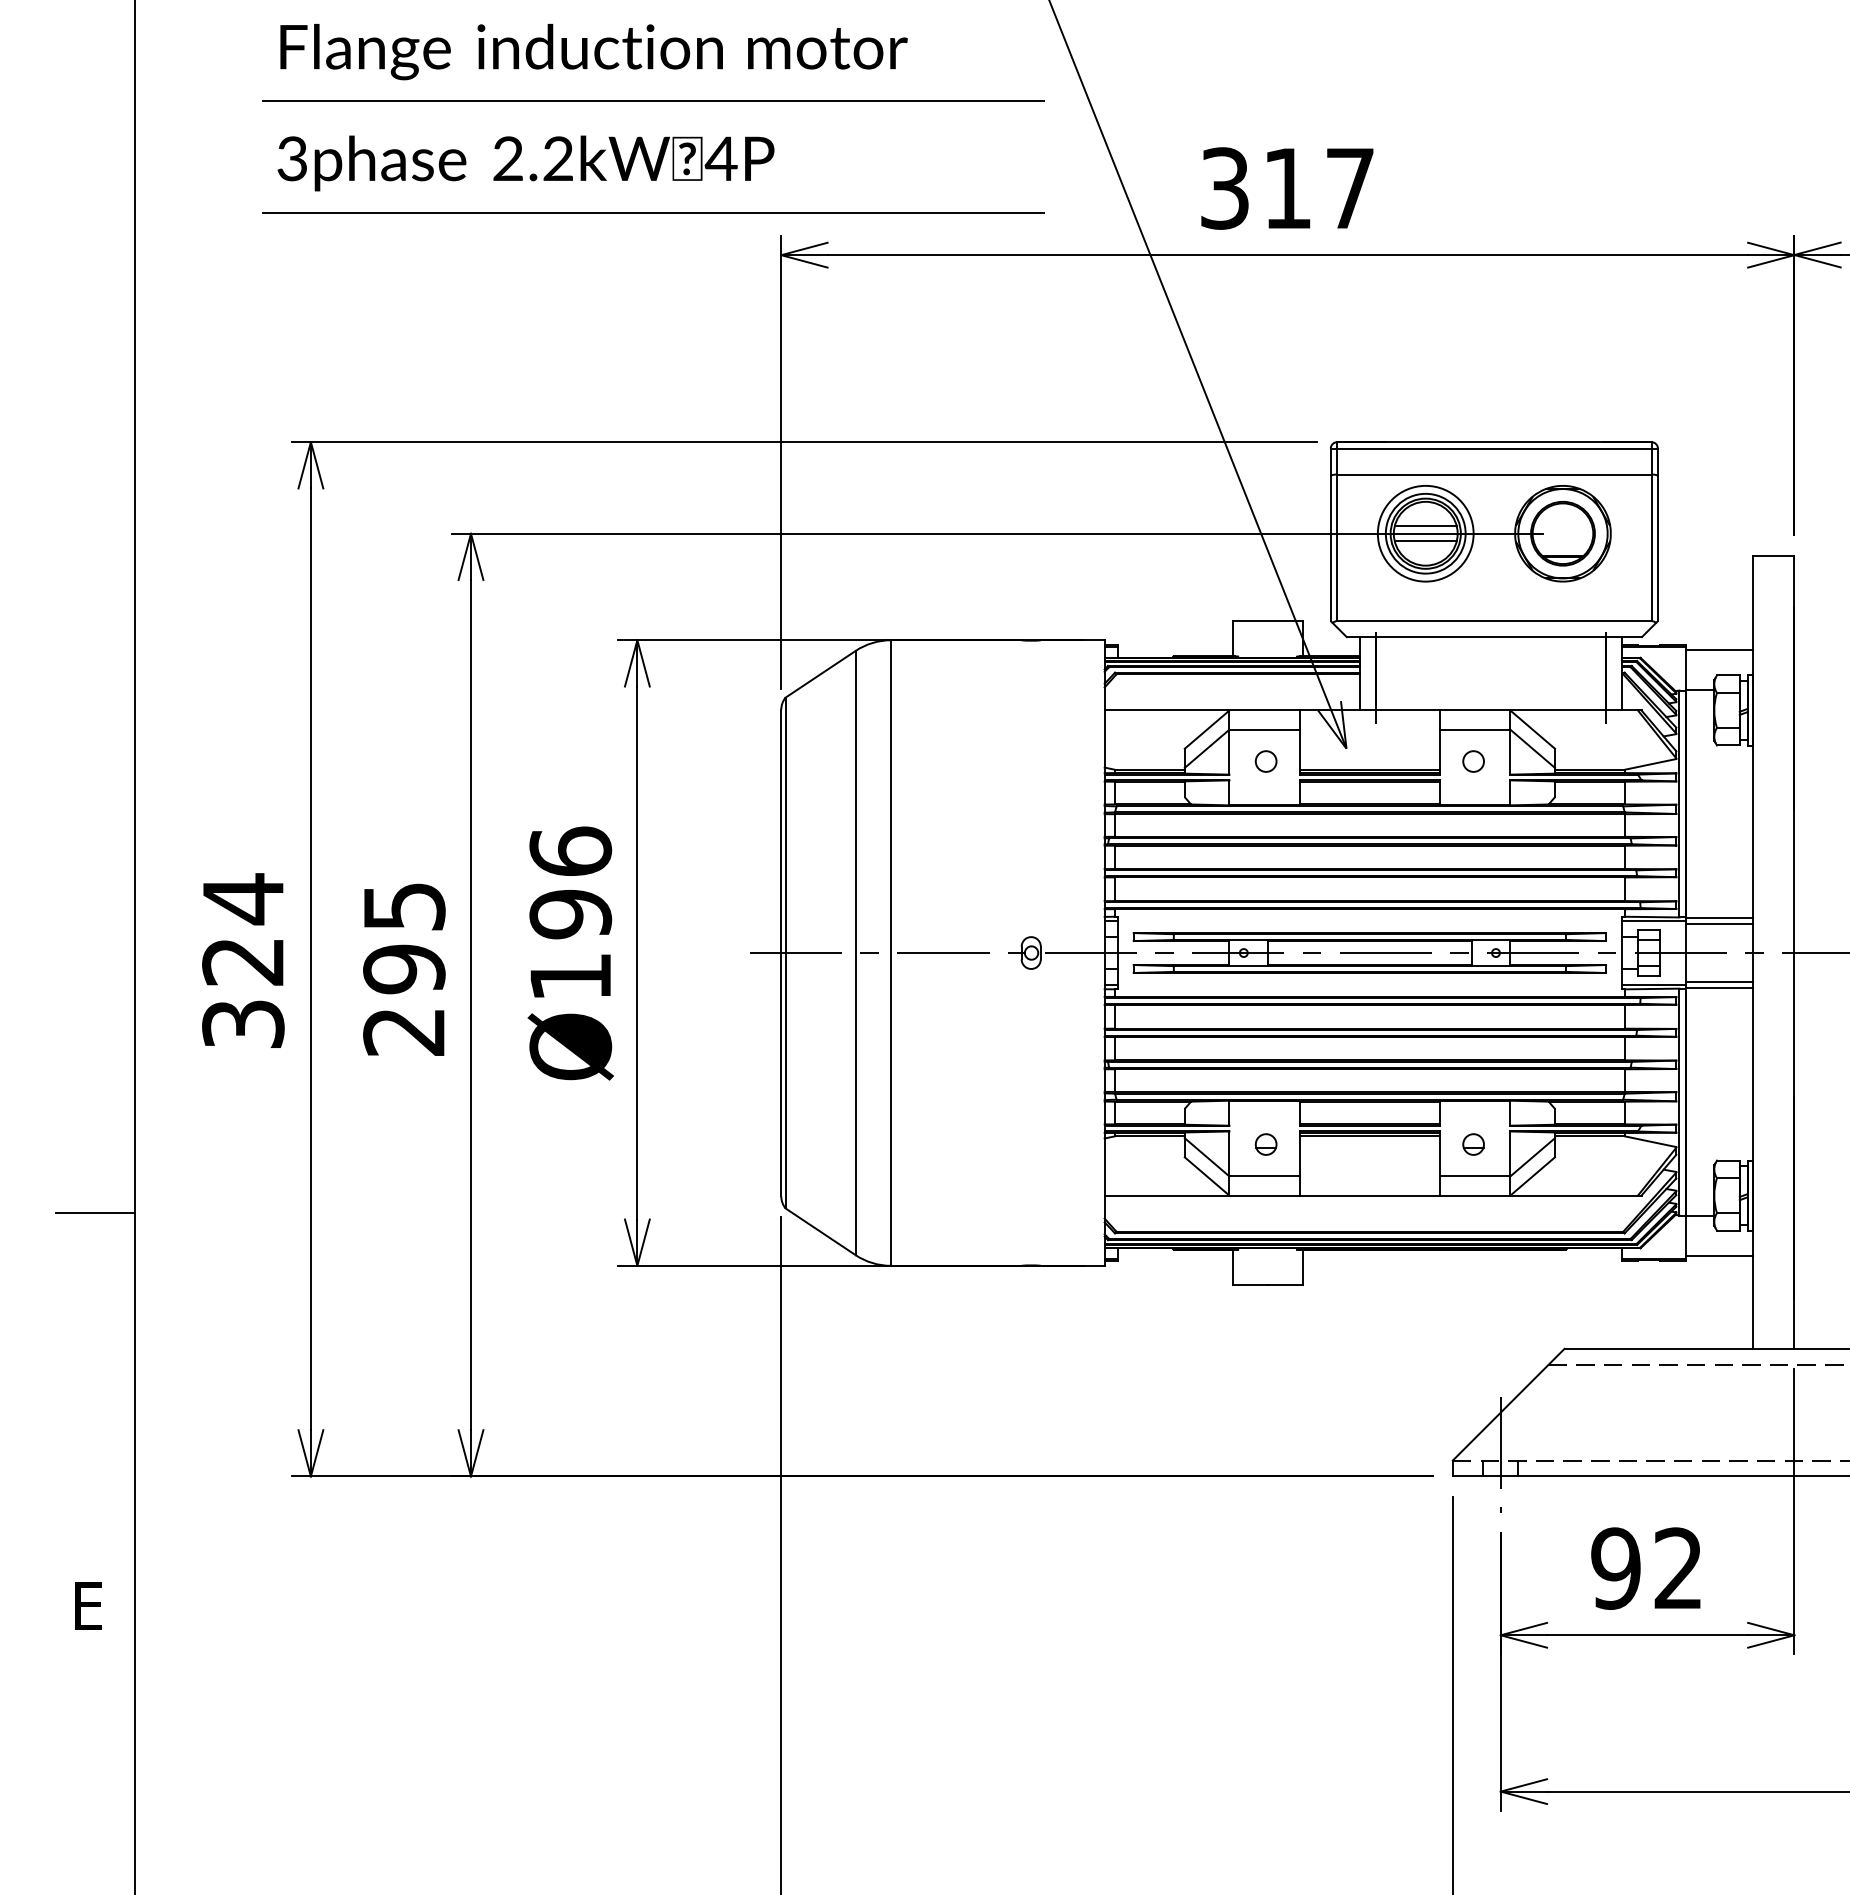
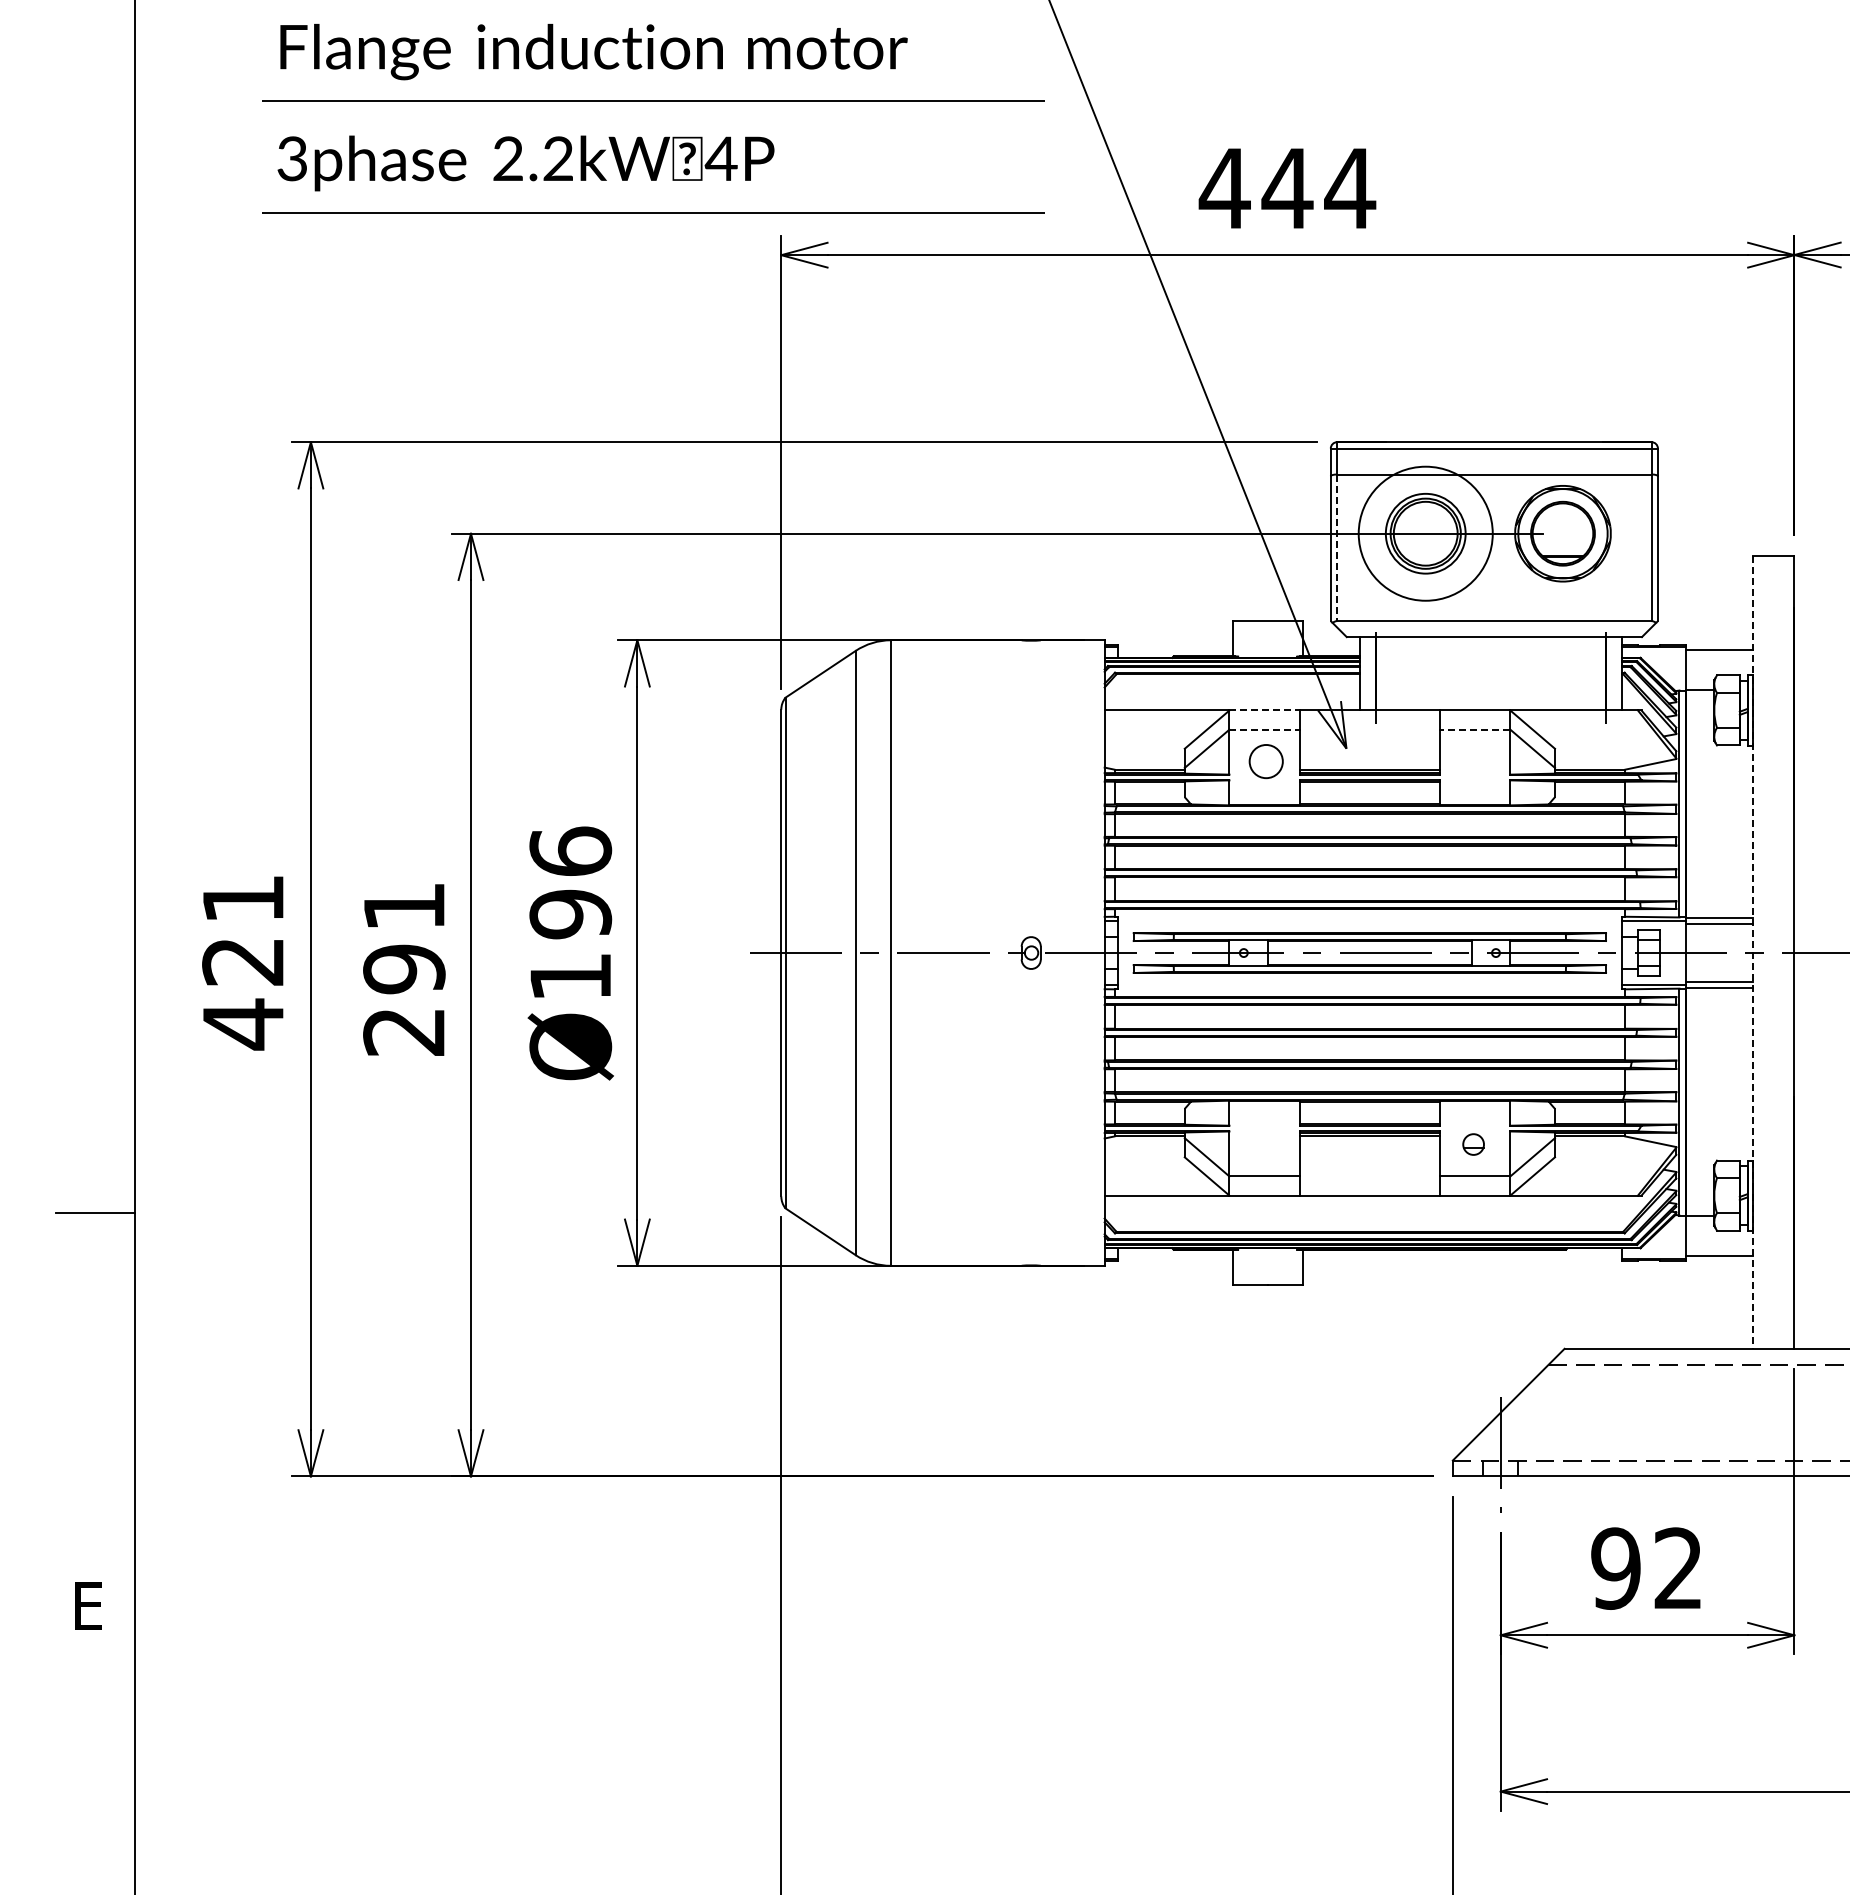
text at (1287, 188): 317 -> 444
line at (1425, 526): present -> none
circle at (1425, 533) diameter: 96 px -> 134 px
line at (1425, 541): present -> none
line at (1337, 548): solid -> dashed
line at (1265, 710): solid -> dashed
line at (1265, 729): solid -> dashed
line at (1474, 729): solid -> dashed
circle at (1265, 761) size: 24x23 px -> 36x36 px
circle at (1473, 761): present -> none
text at (404, 906): 295 -> 291
line at (1752, 952): solid -> dashed
text at (243, 961): 324 -> 421
part at (1265, 1144): present -> none
